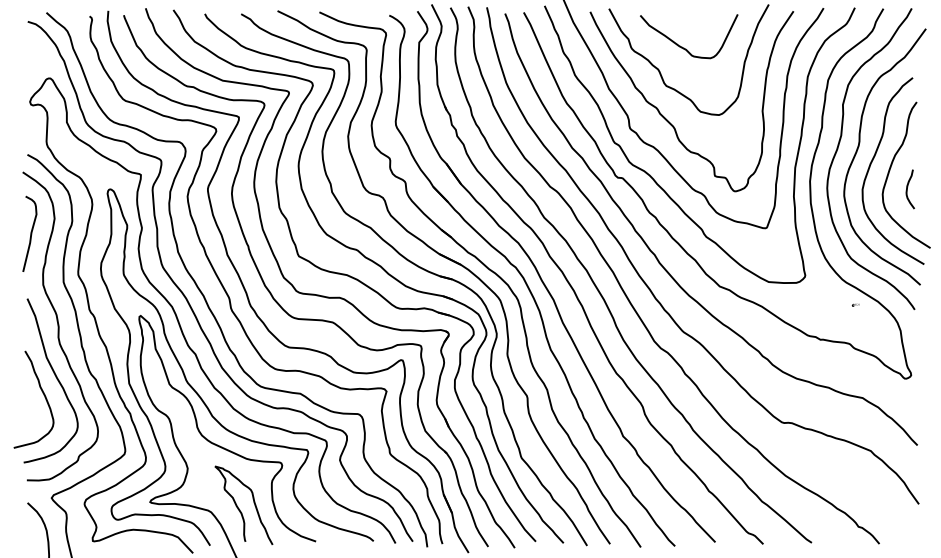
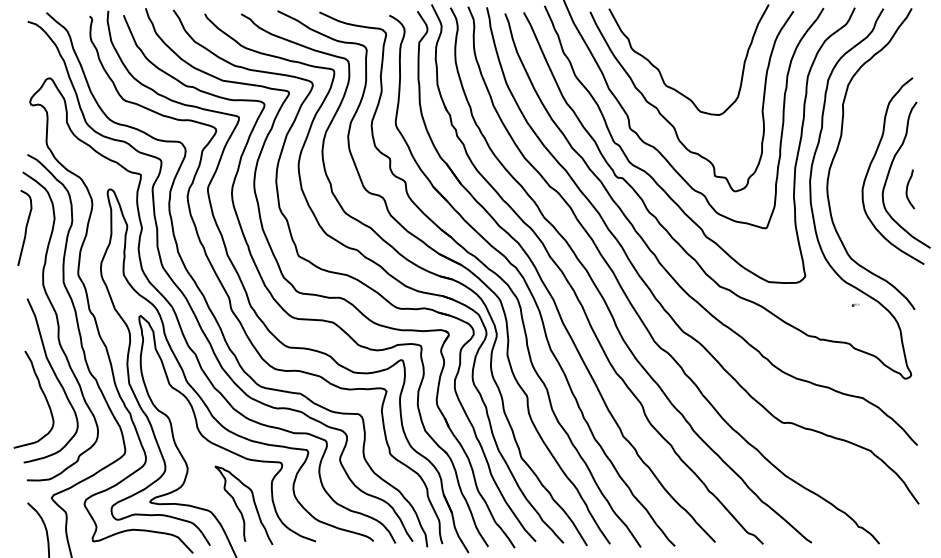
curve at (684, 47): present -> none
curve at (859, 146): present -> none
curve at (30, 233) position: (30, 233) -> (25, 227)
